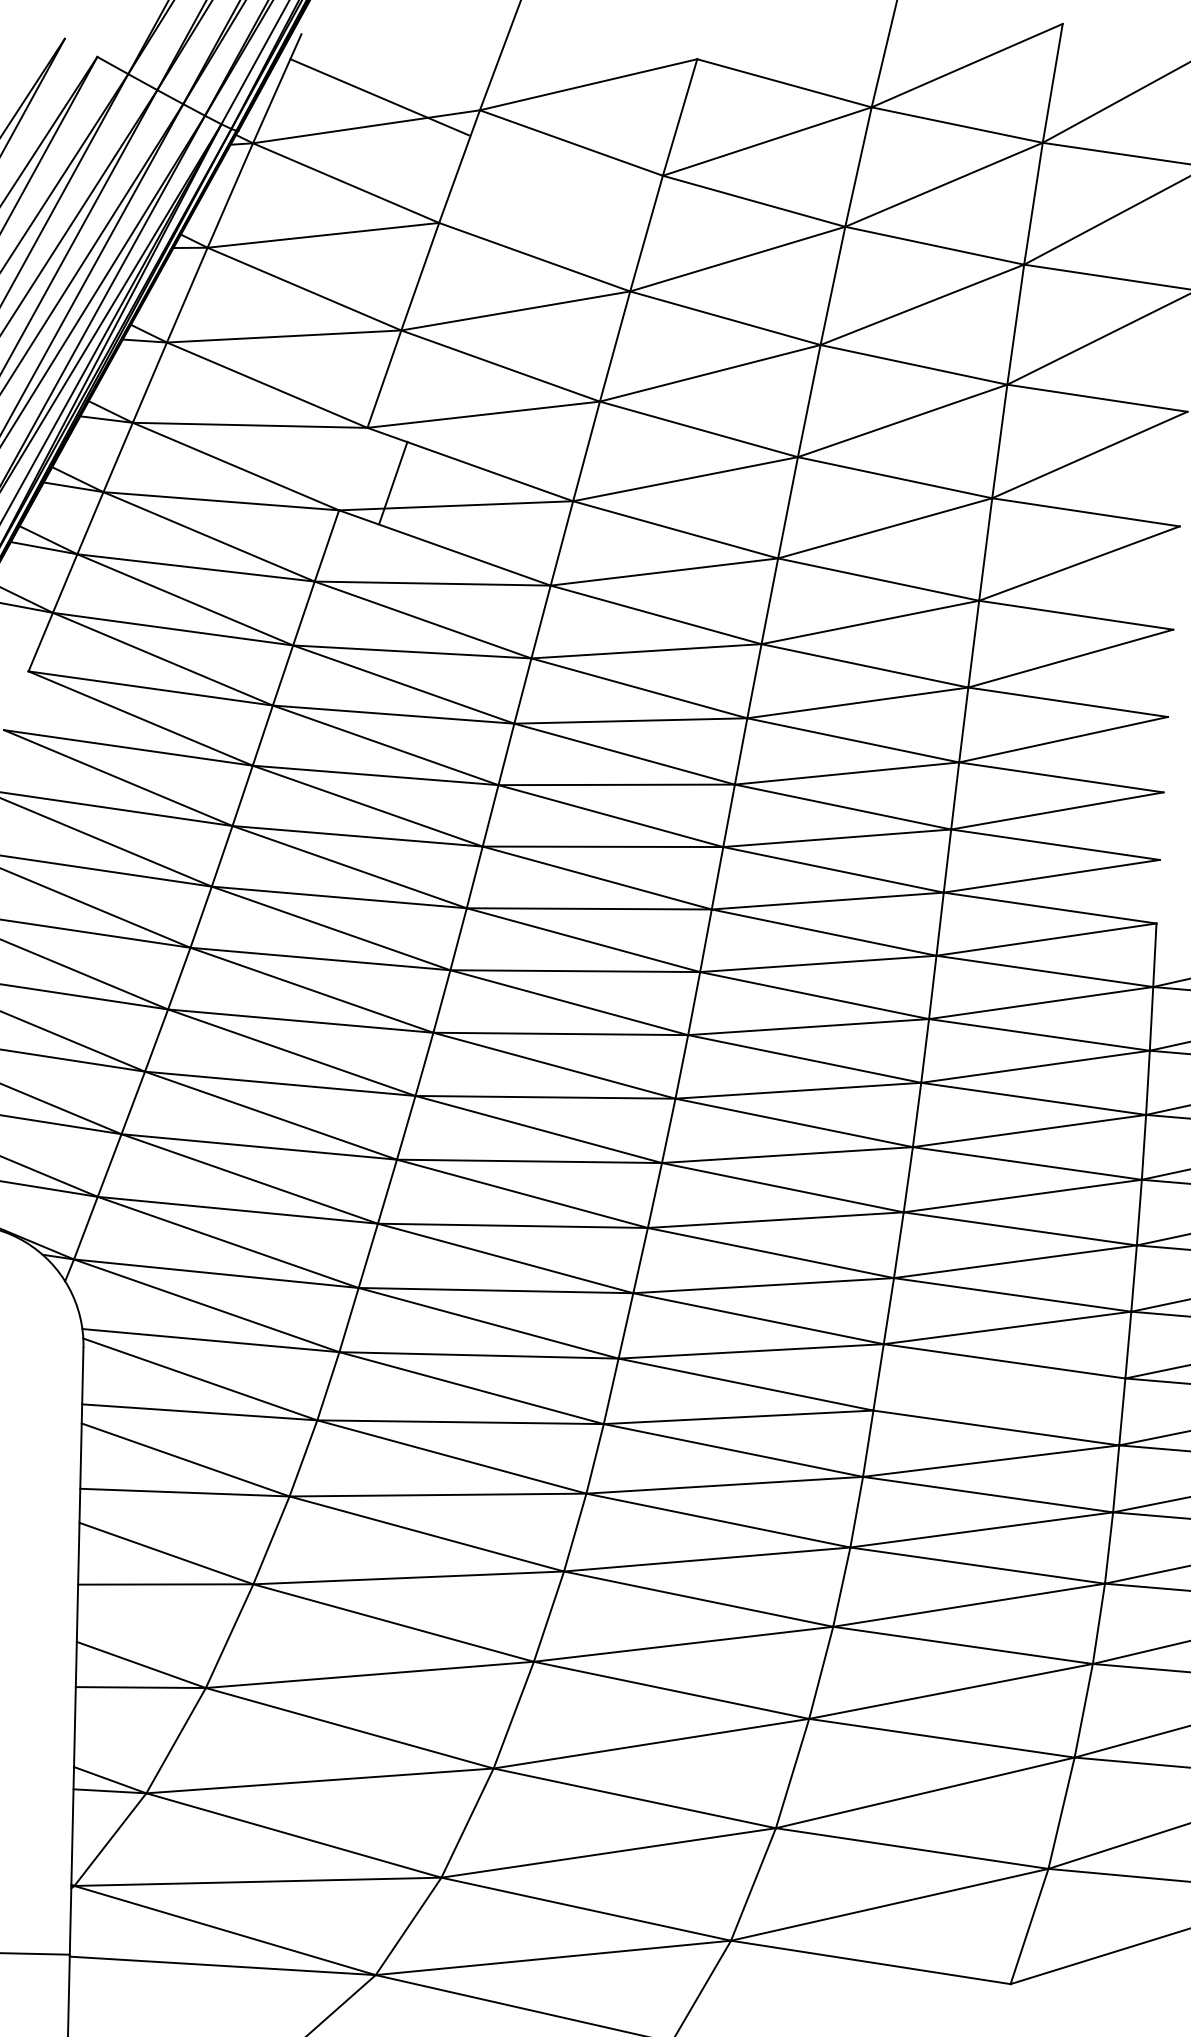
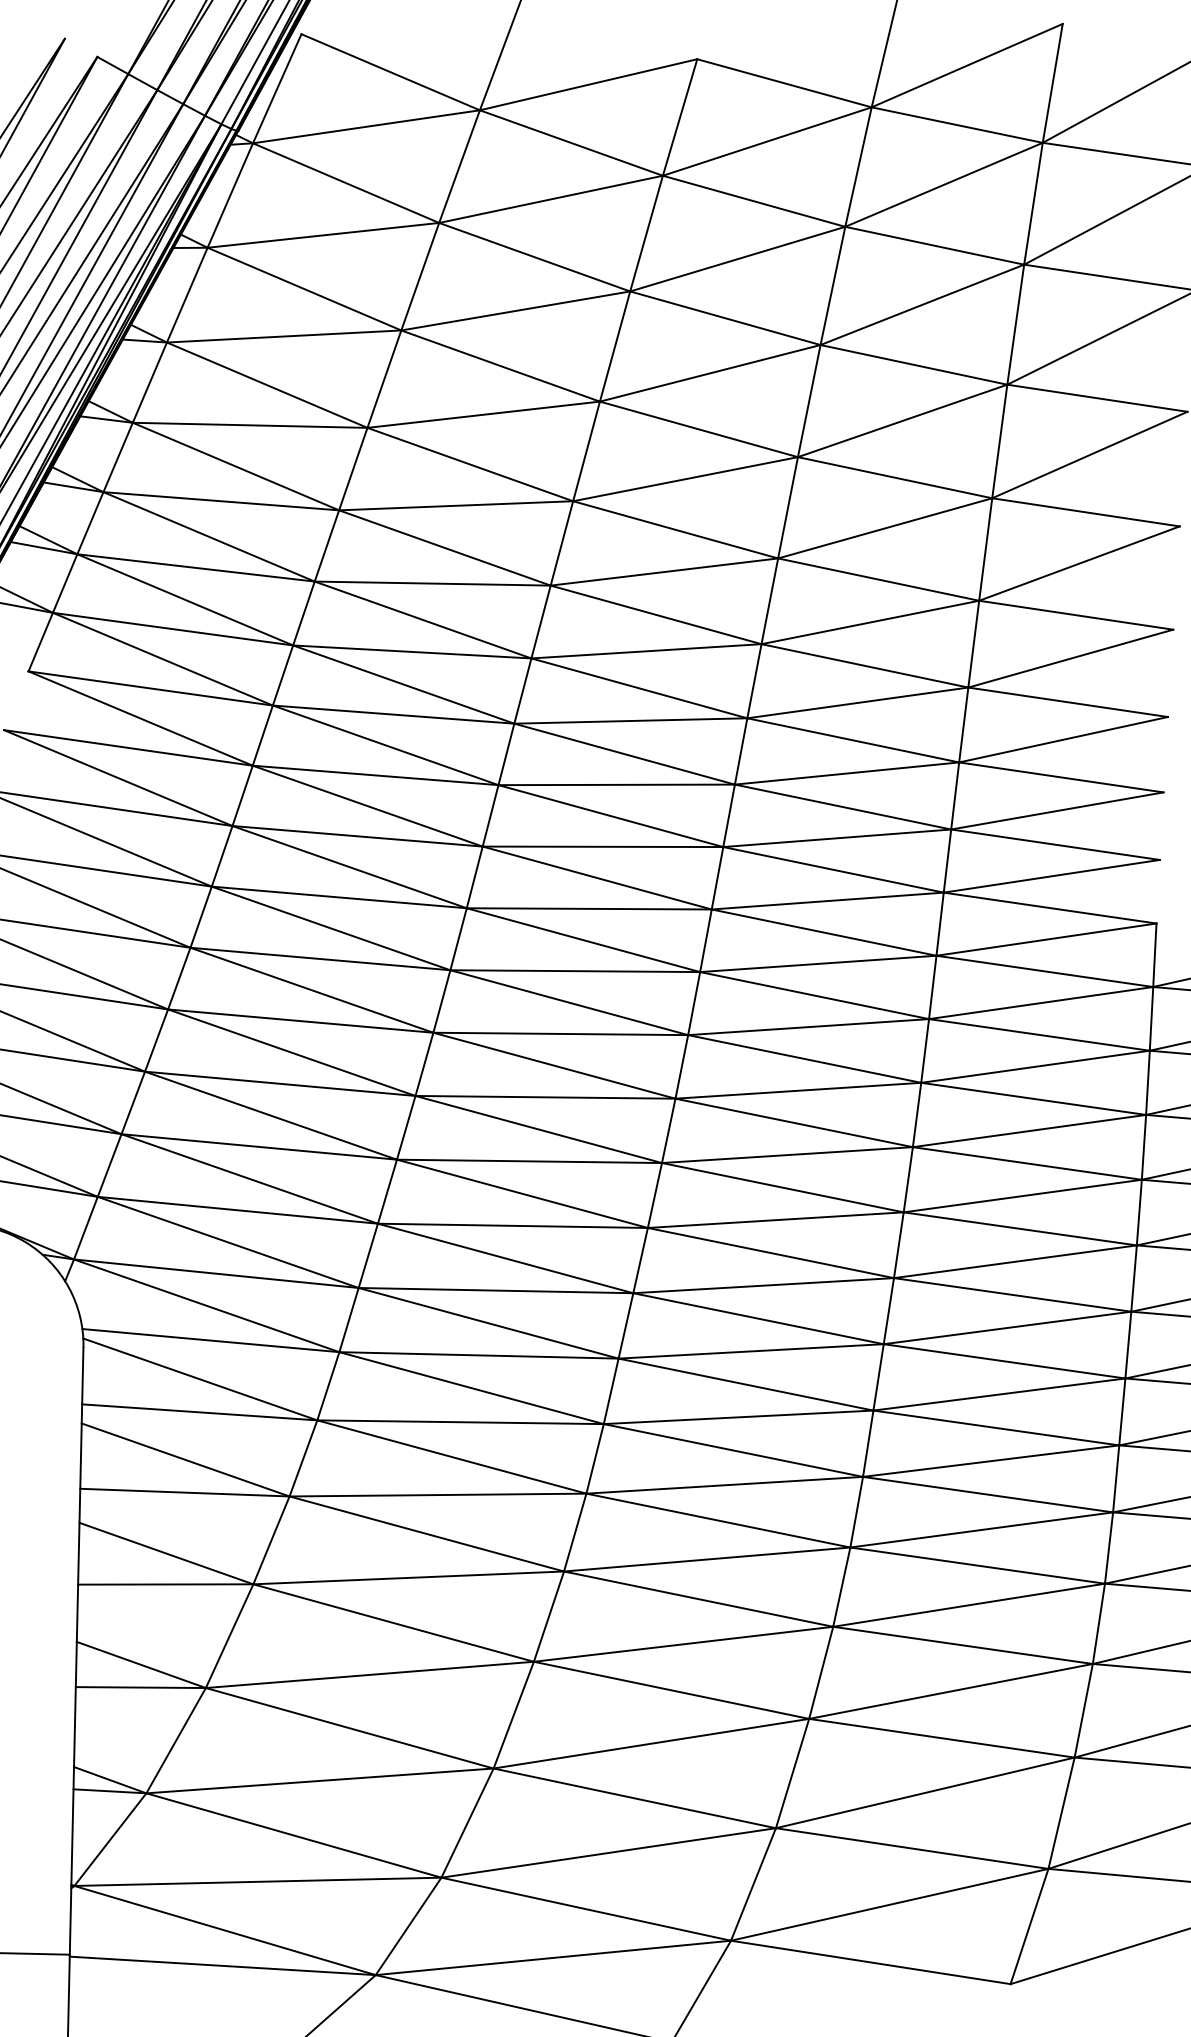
line at (379, 97) position: (379, 97) -> (390, 72)
line at (550, 198): none -> present
line at (393, 482) position: (393, 482) -> (353, 468)
line at (999, 1394): none -> present
